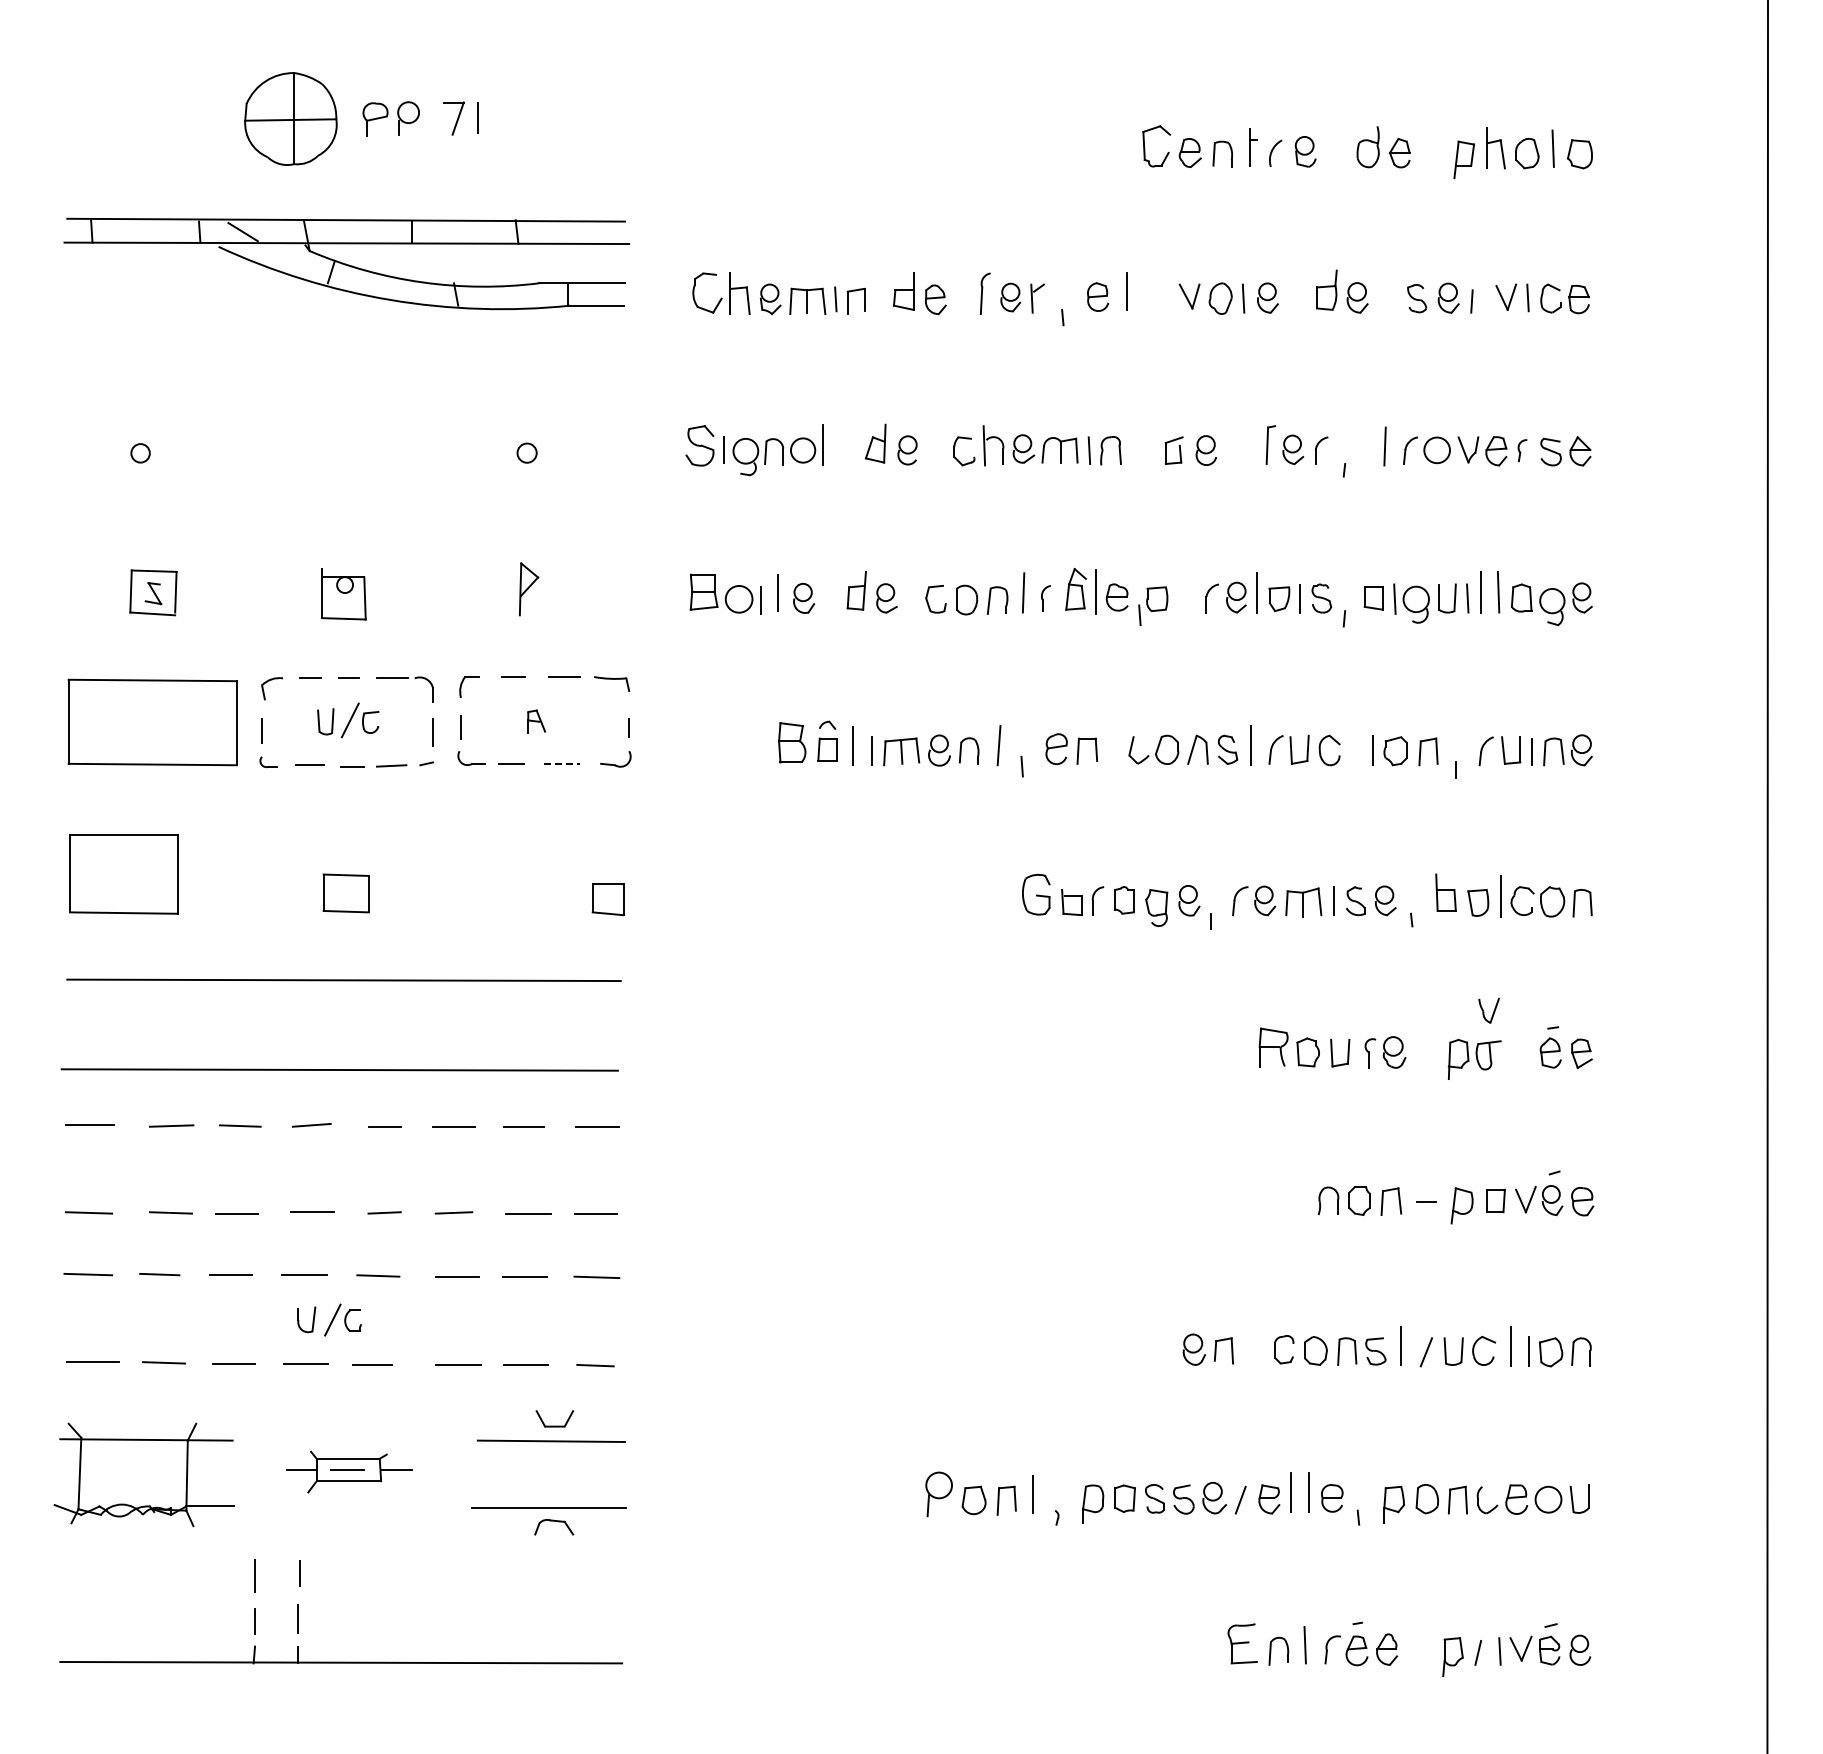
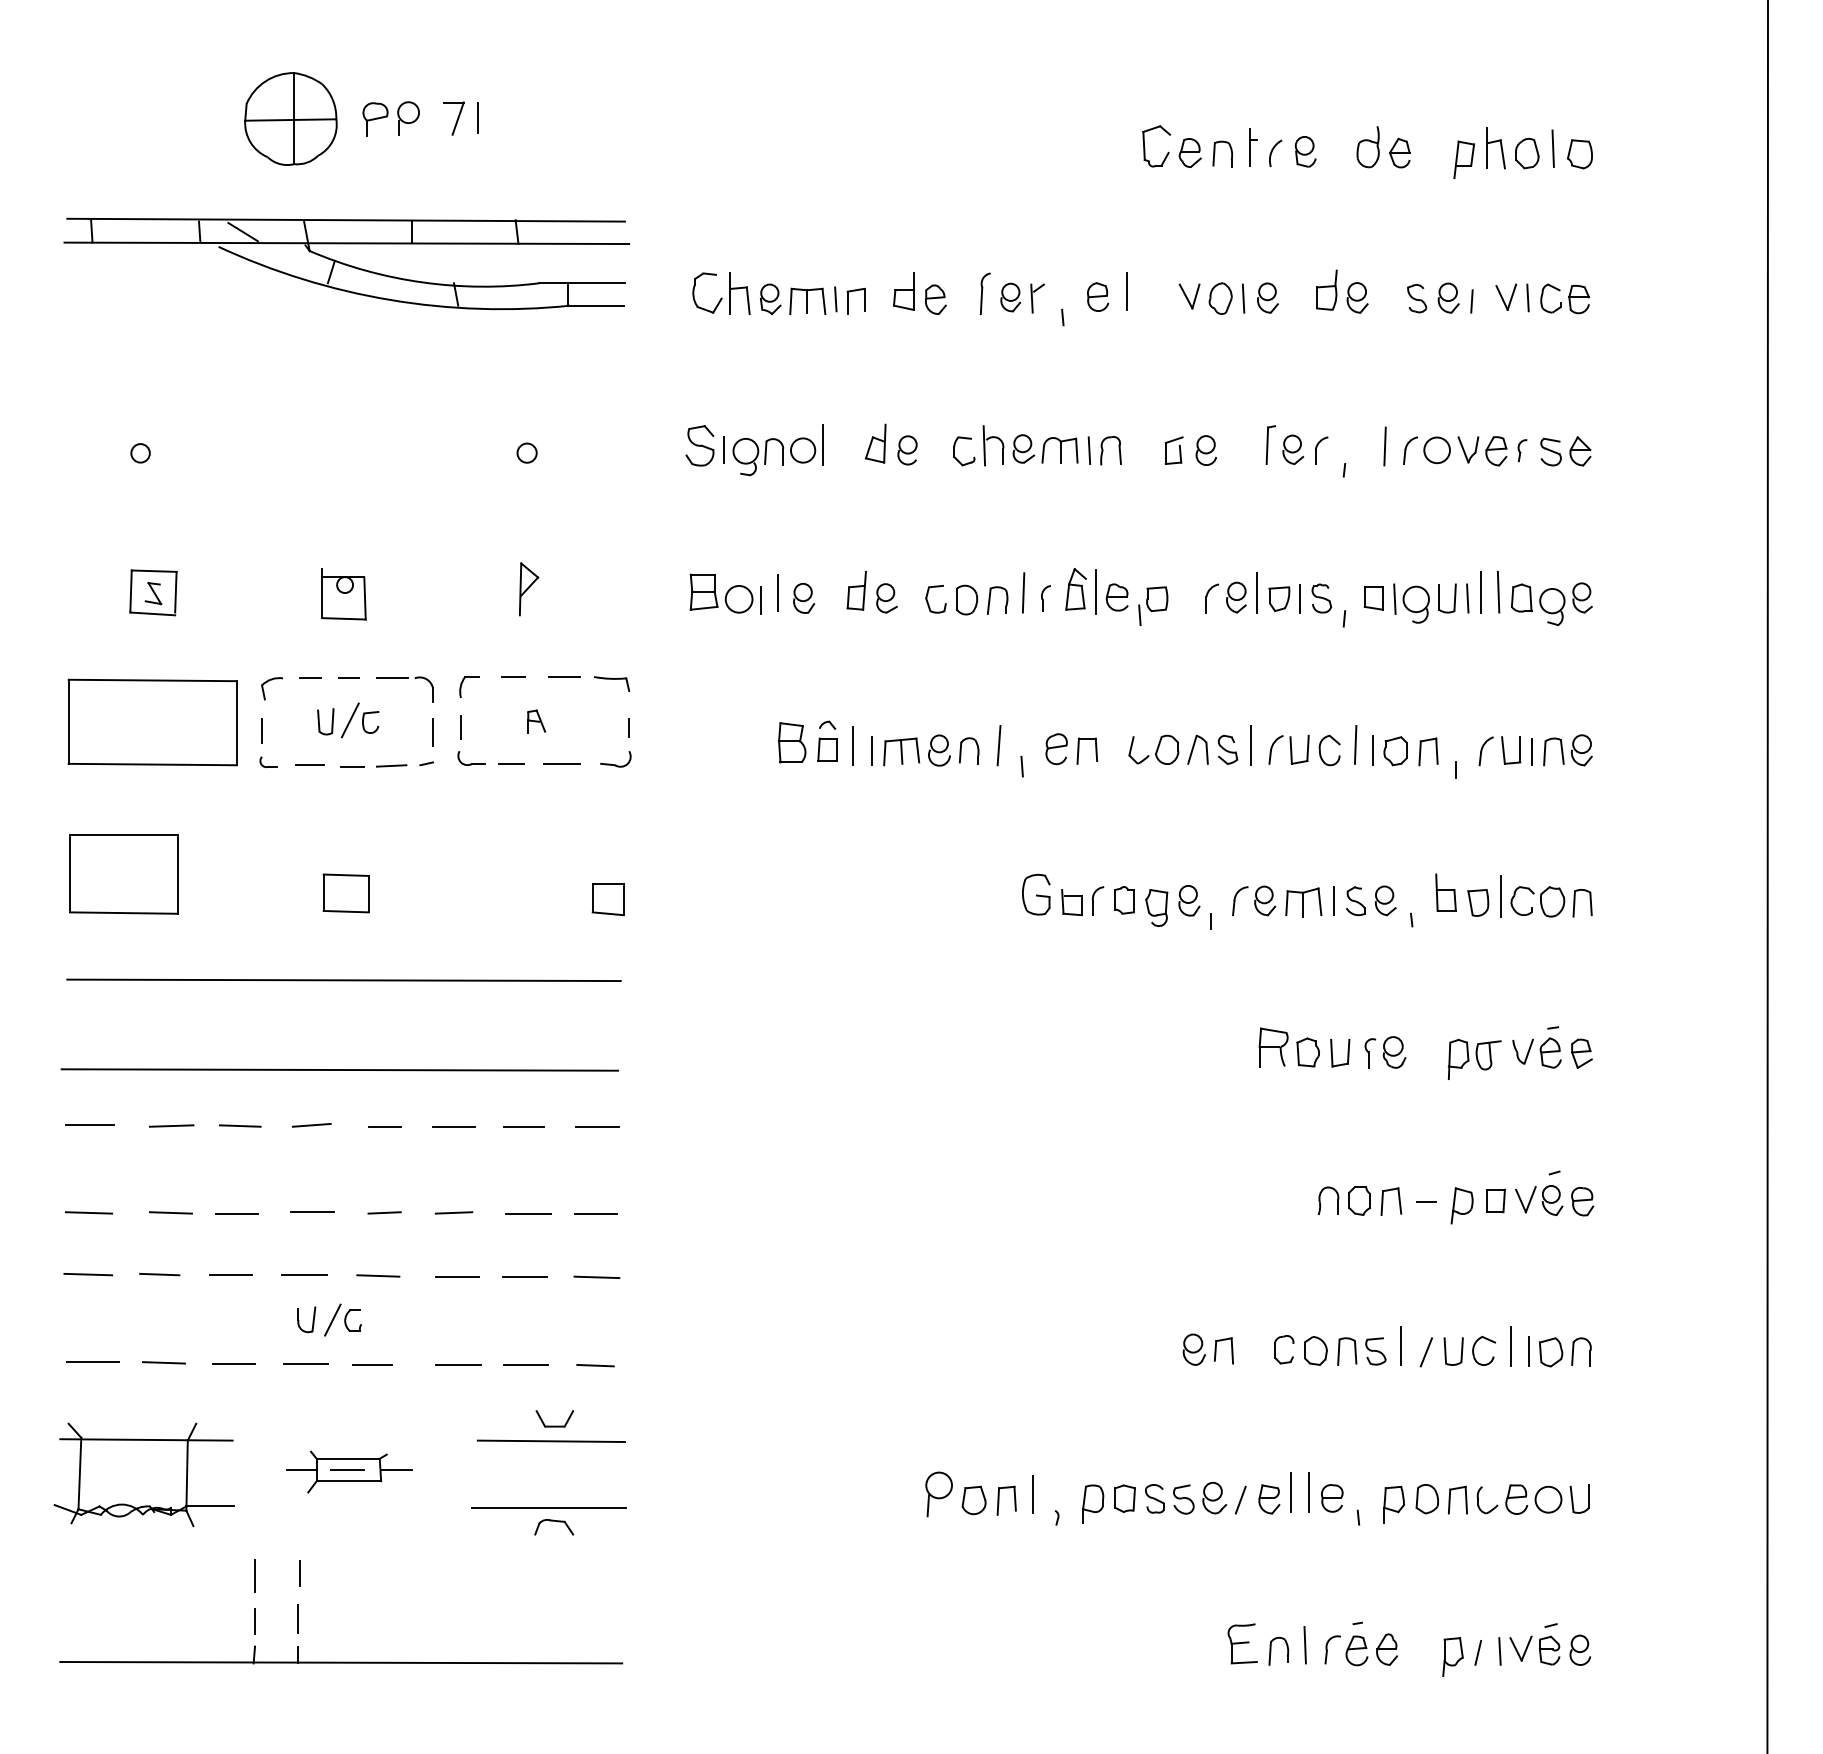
line at (1355, 744): none -> present
line at (562, 763): dashed -> solid
part at (1488, 1010) position: (1488, 1010) -> (1522, 1051)
